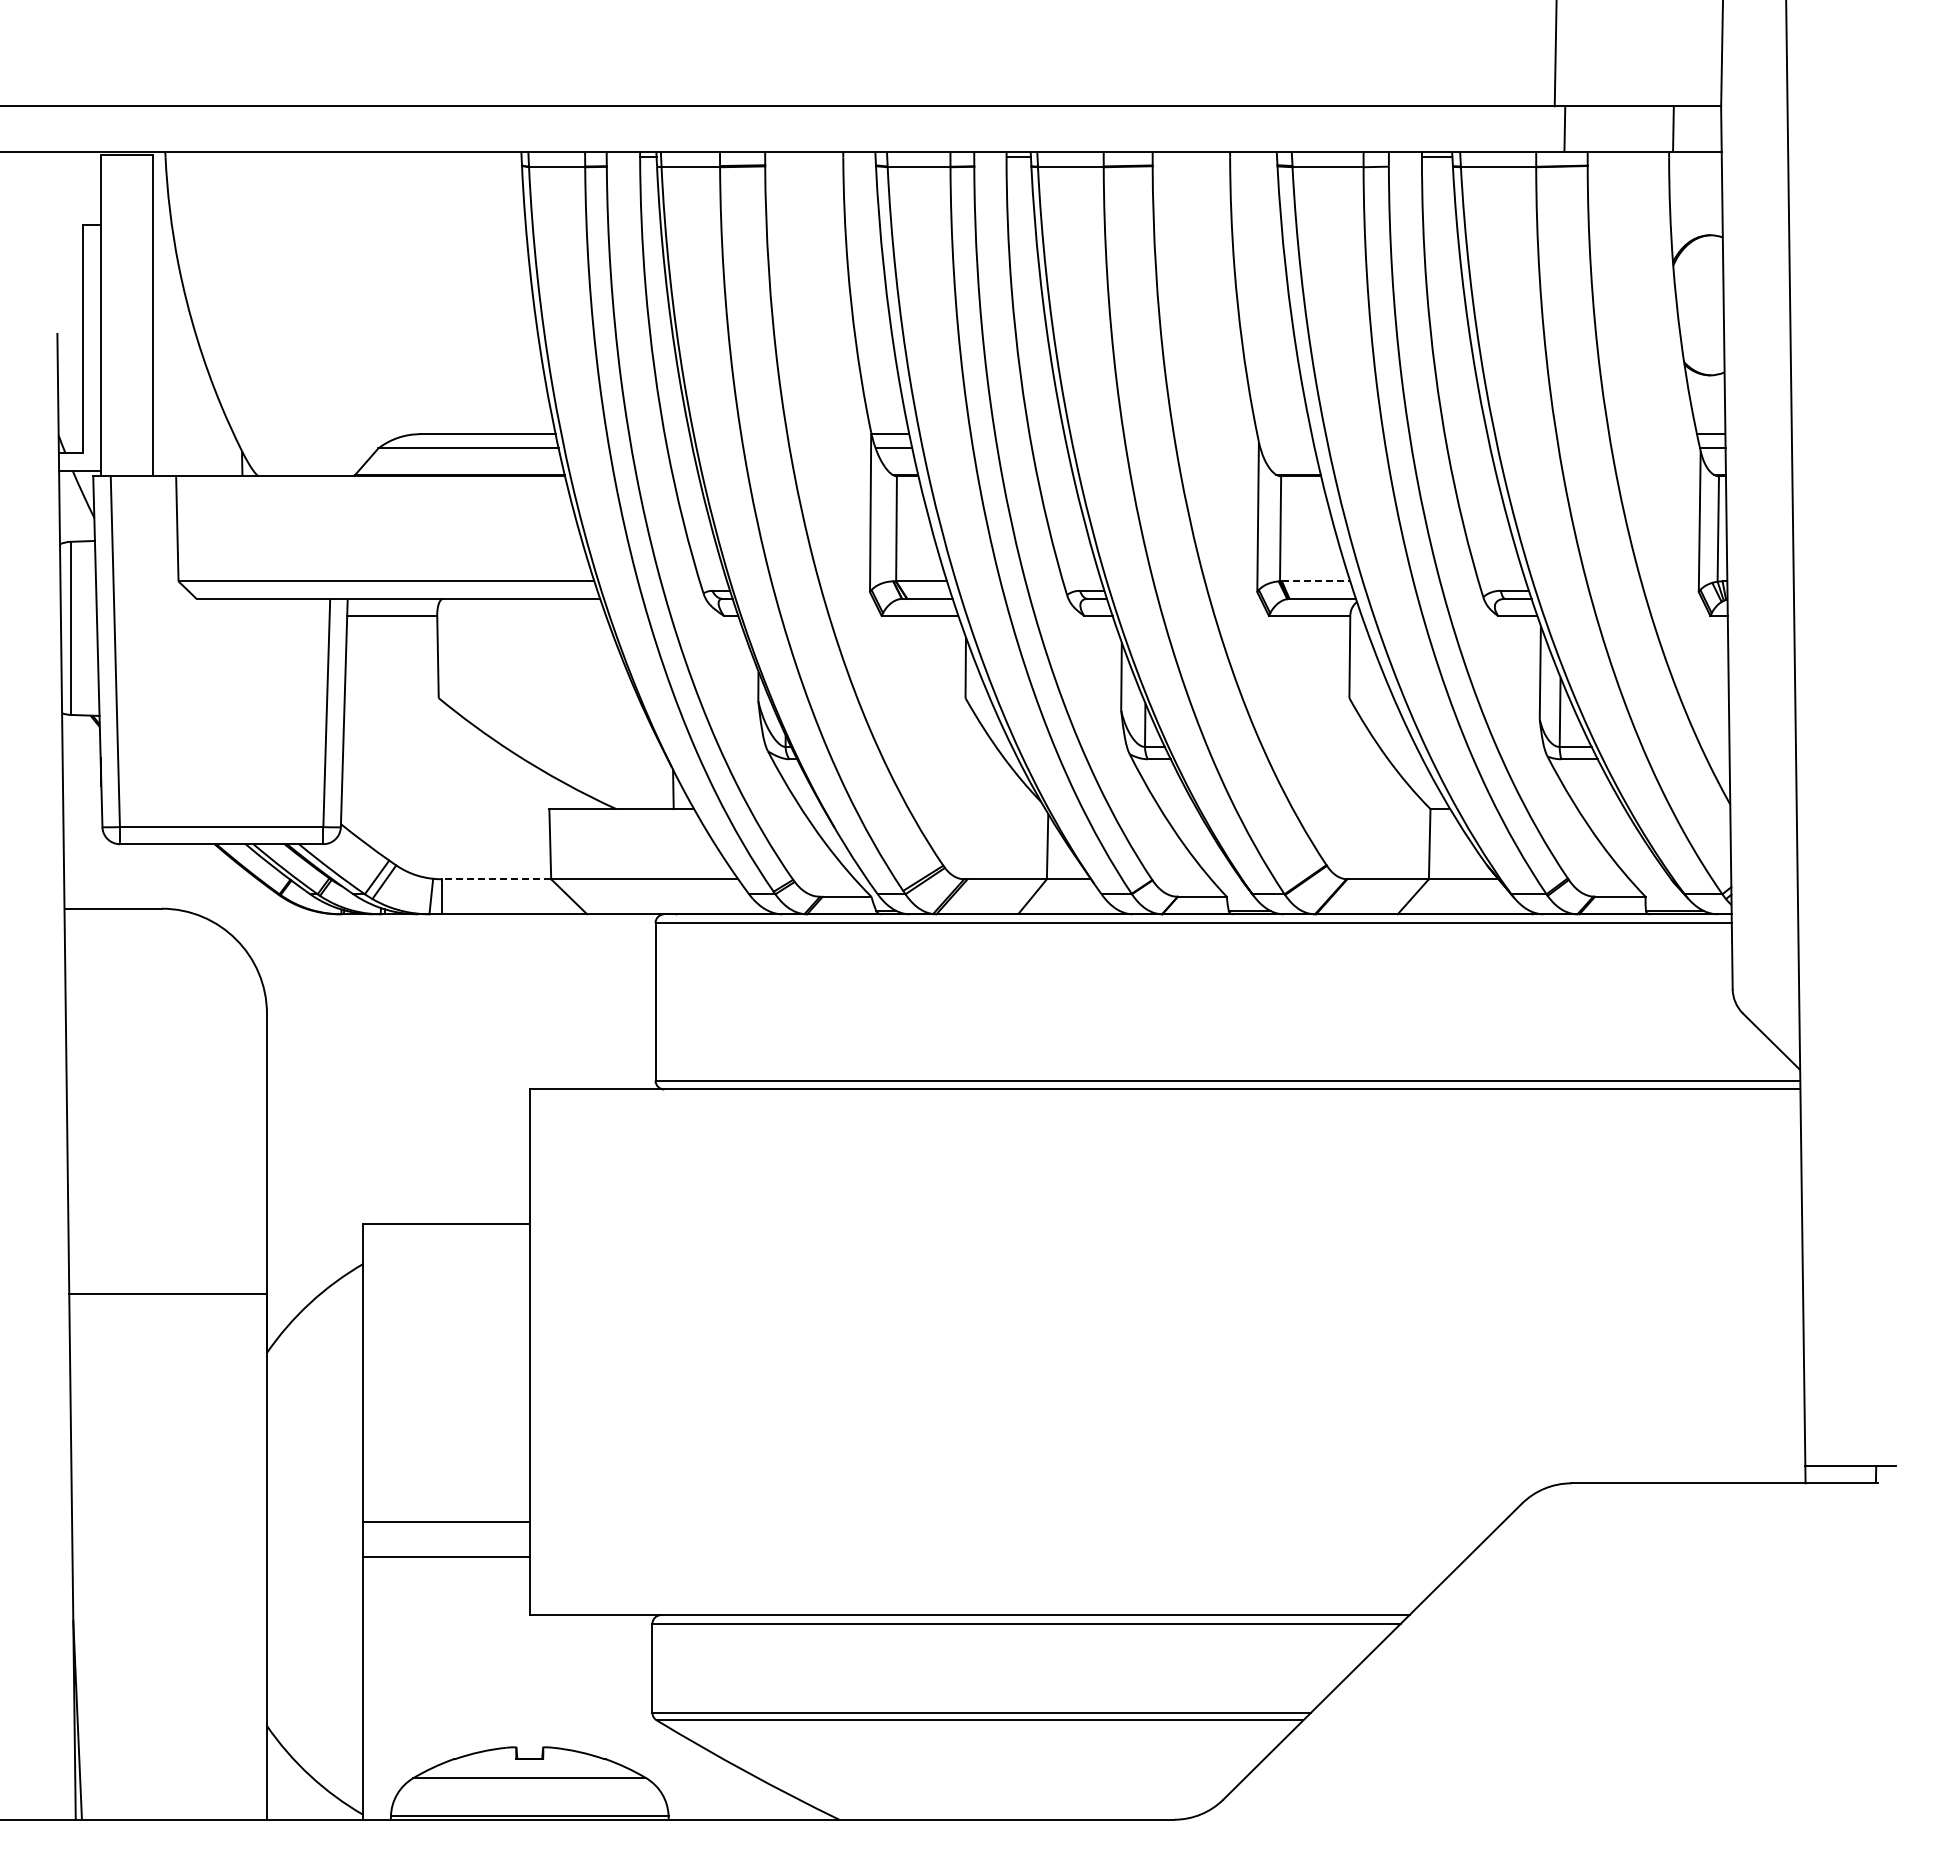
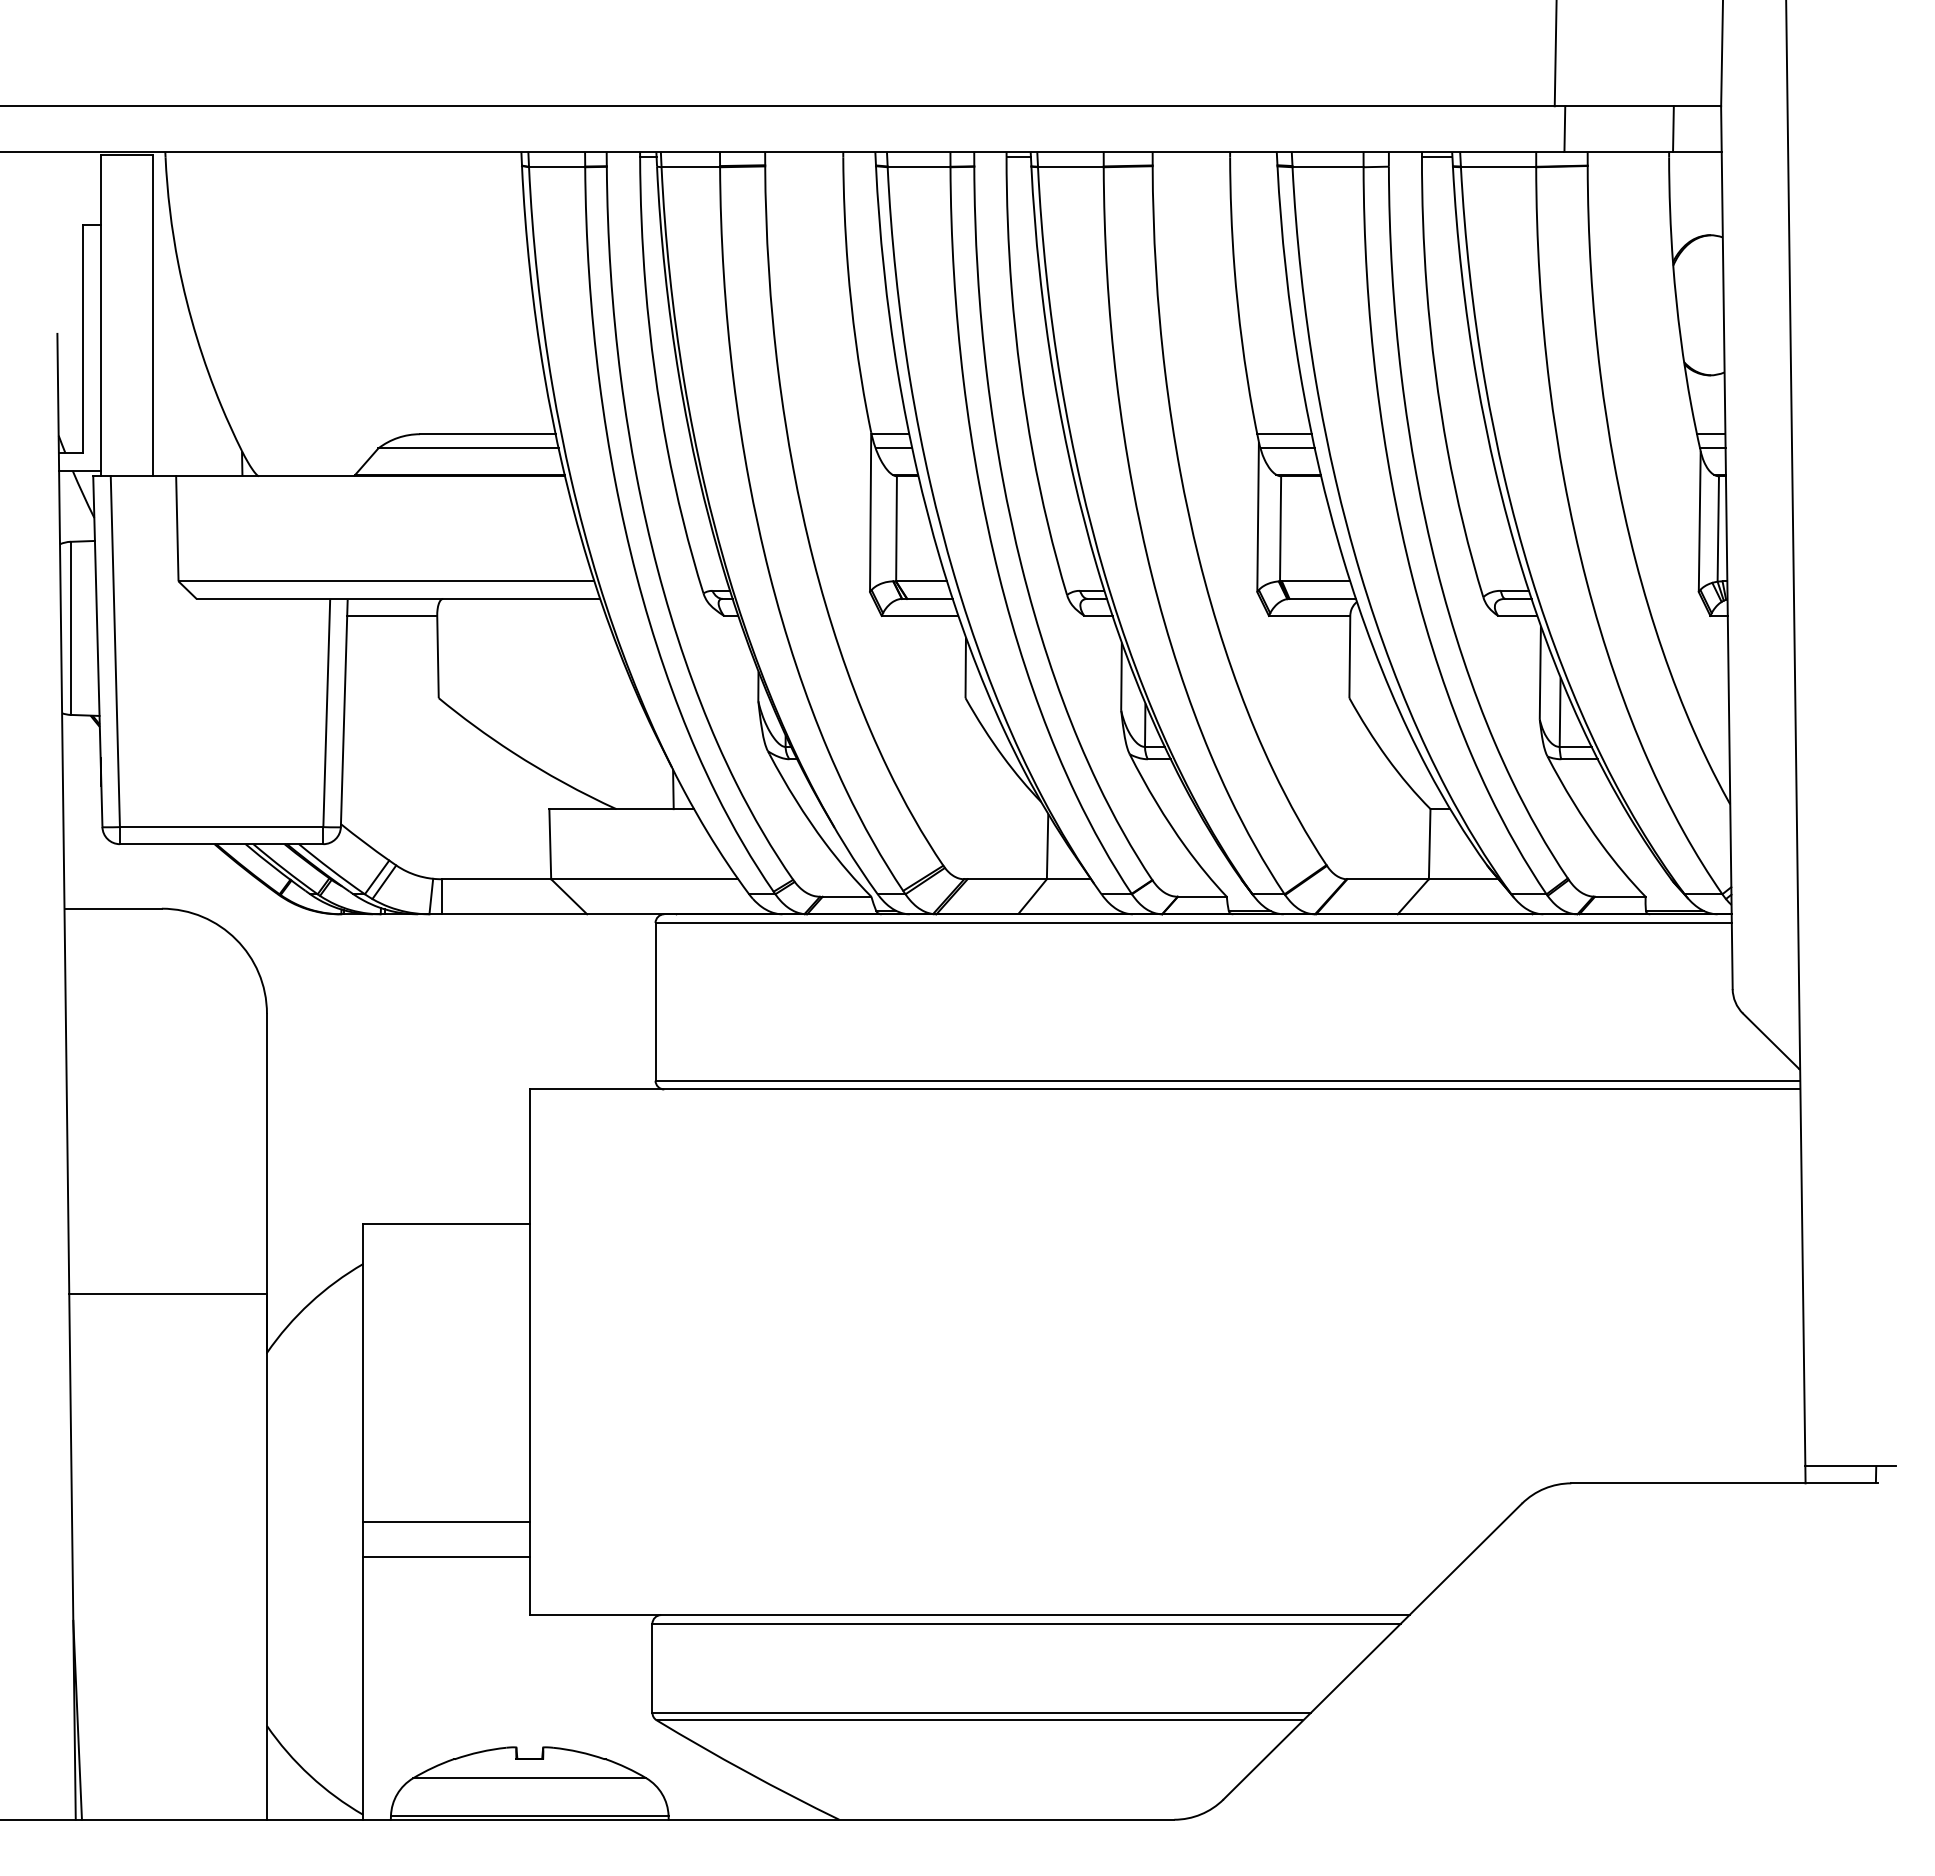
line at (1284, 434): none -> present
line at (1287, 448): none -> present
line at (1316, 581): dashed -> solid
line at (496, 879): dashed -> solid
